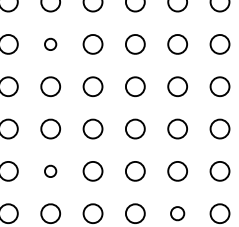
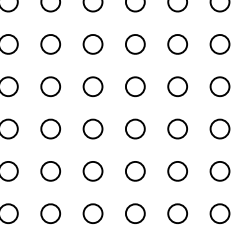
part at (50, 43) size: 14x14 px -> 21x21 px
part at (50, 170) size: 14x14 px -> 21x21 px
part at (177, 213) size: 16x16 px -> 21x21 px
